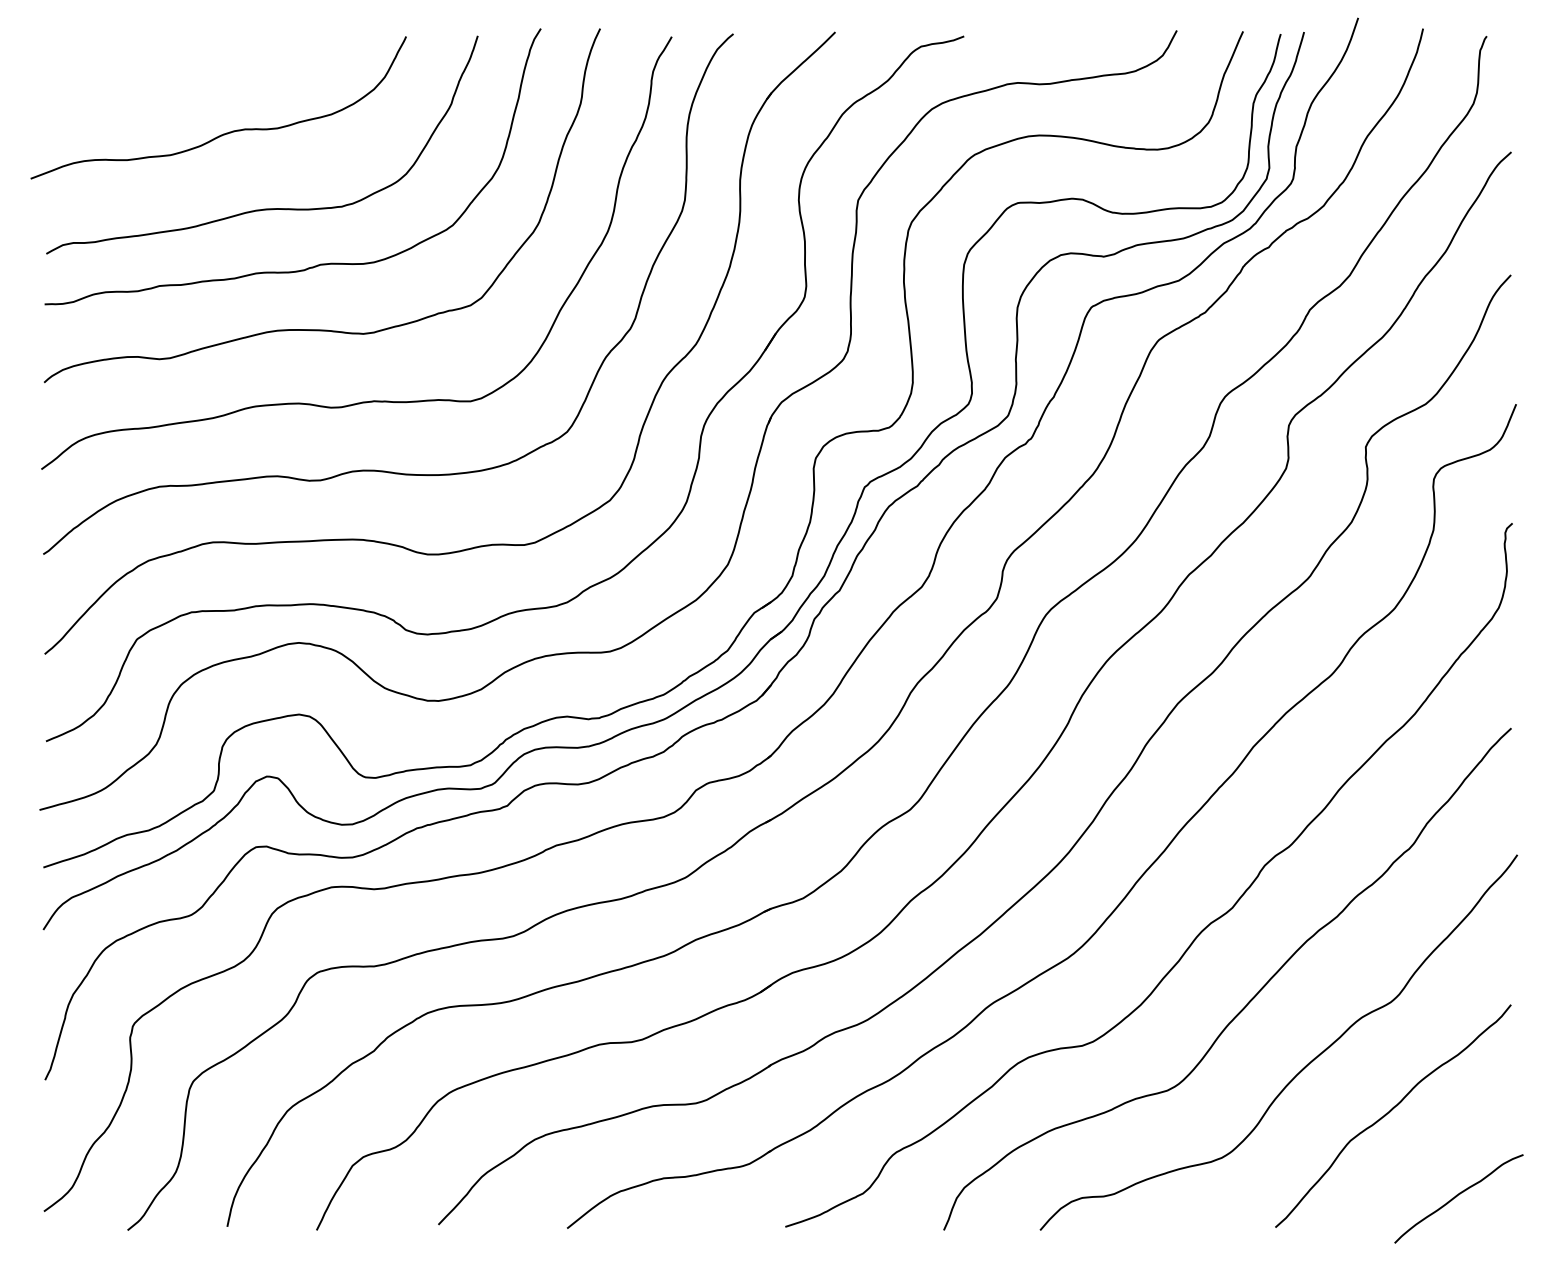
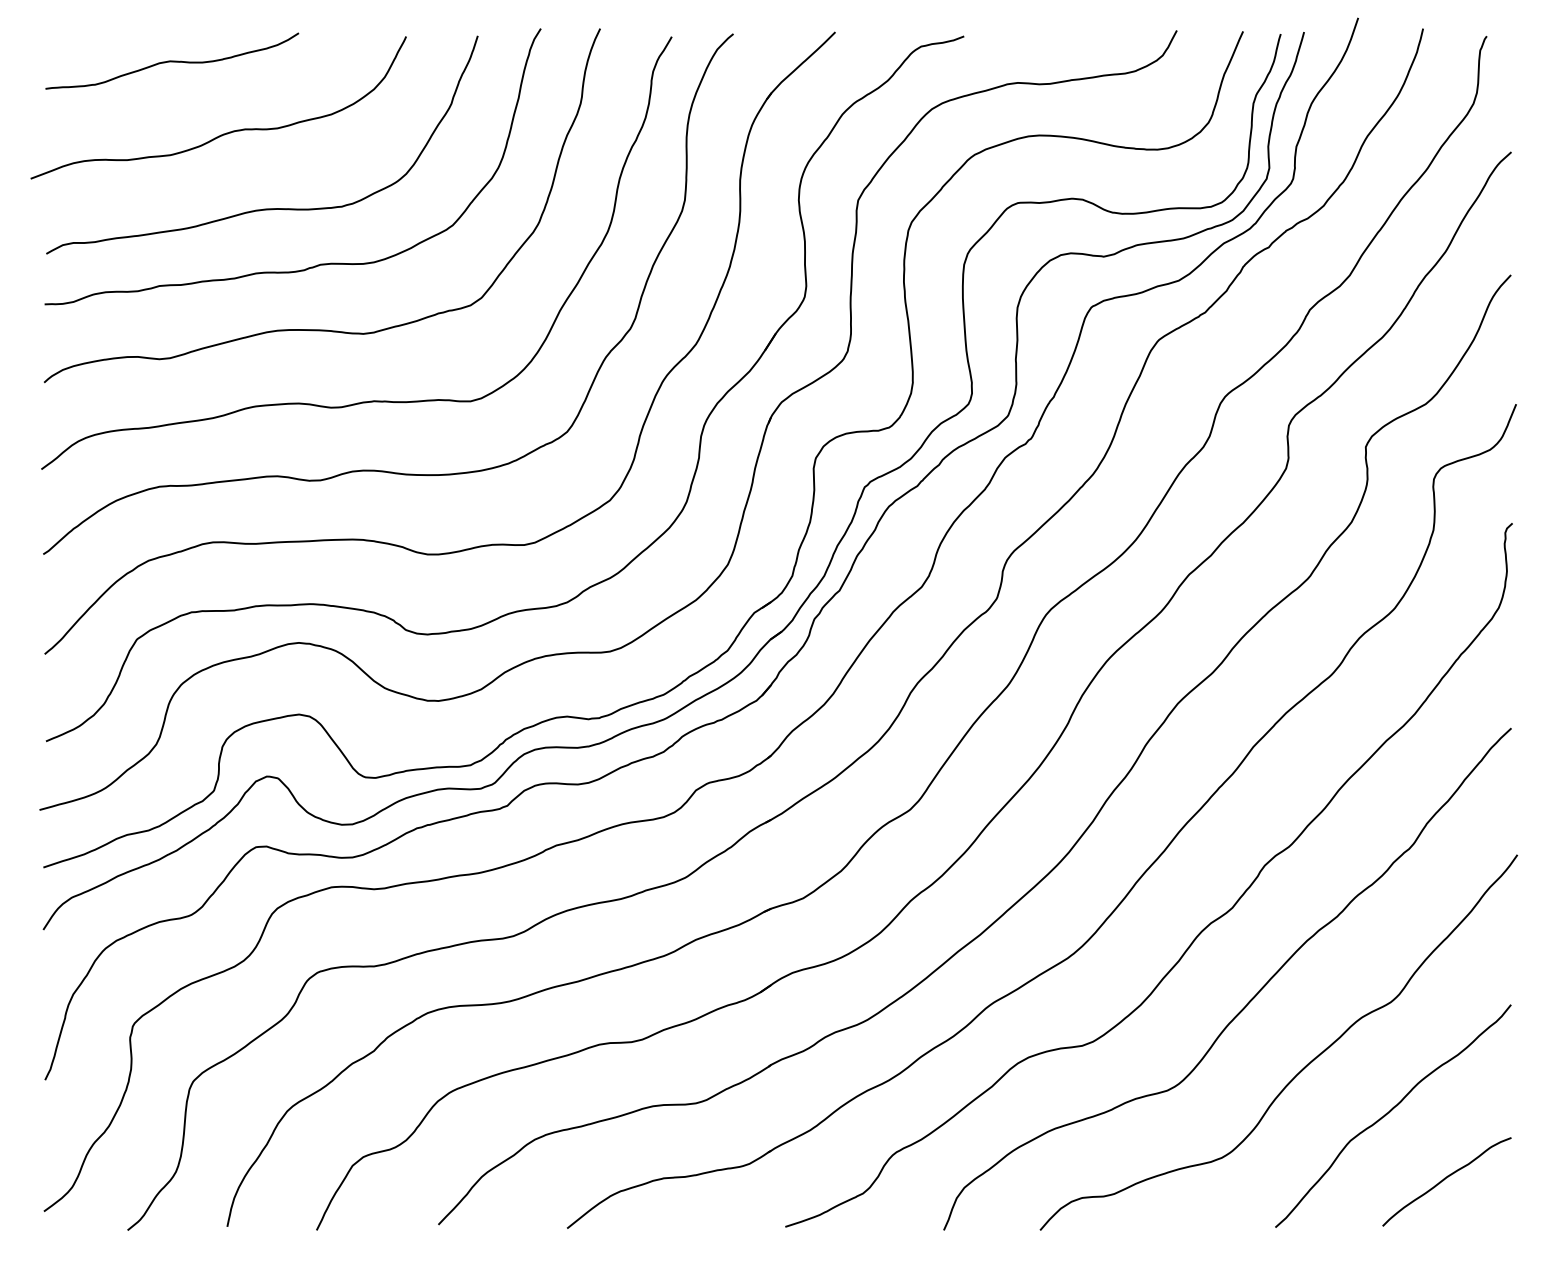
curve at (172, 60): none -> present
curve at (1457, 1196) position: (1457, 1196) -> (1445, 1179)
